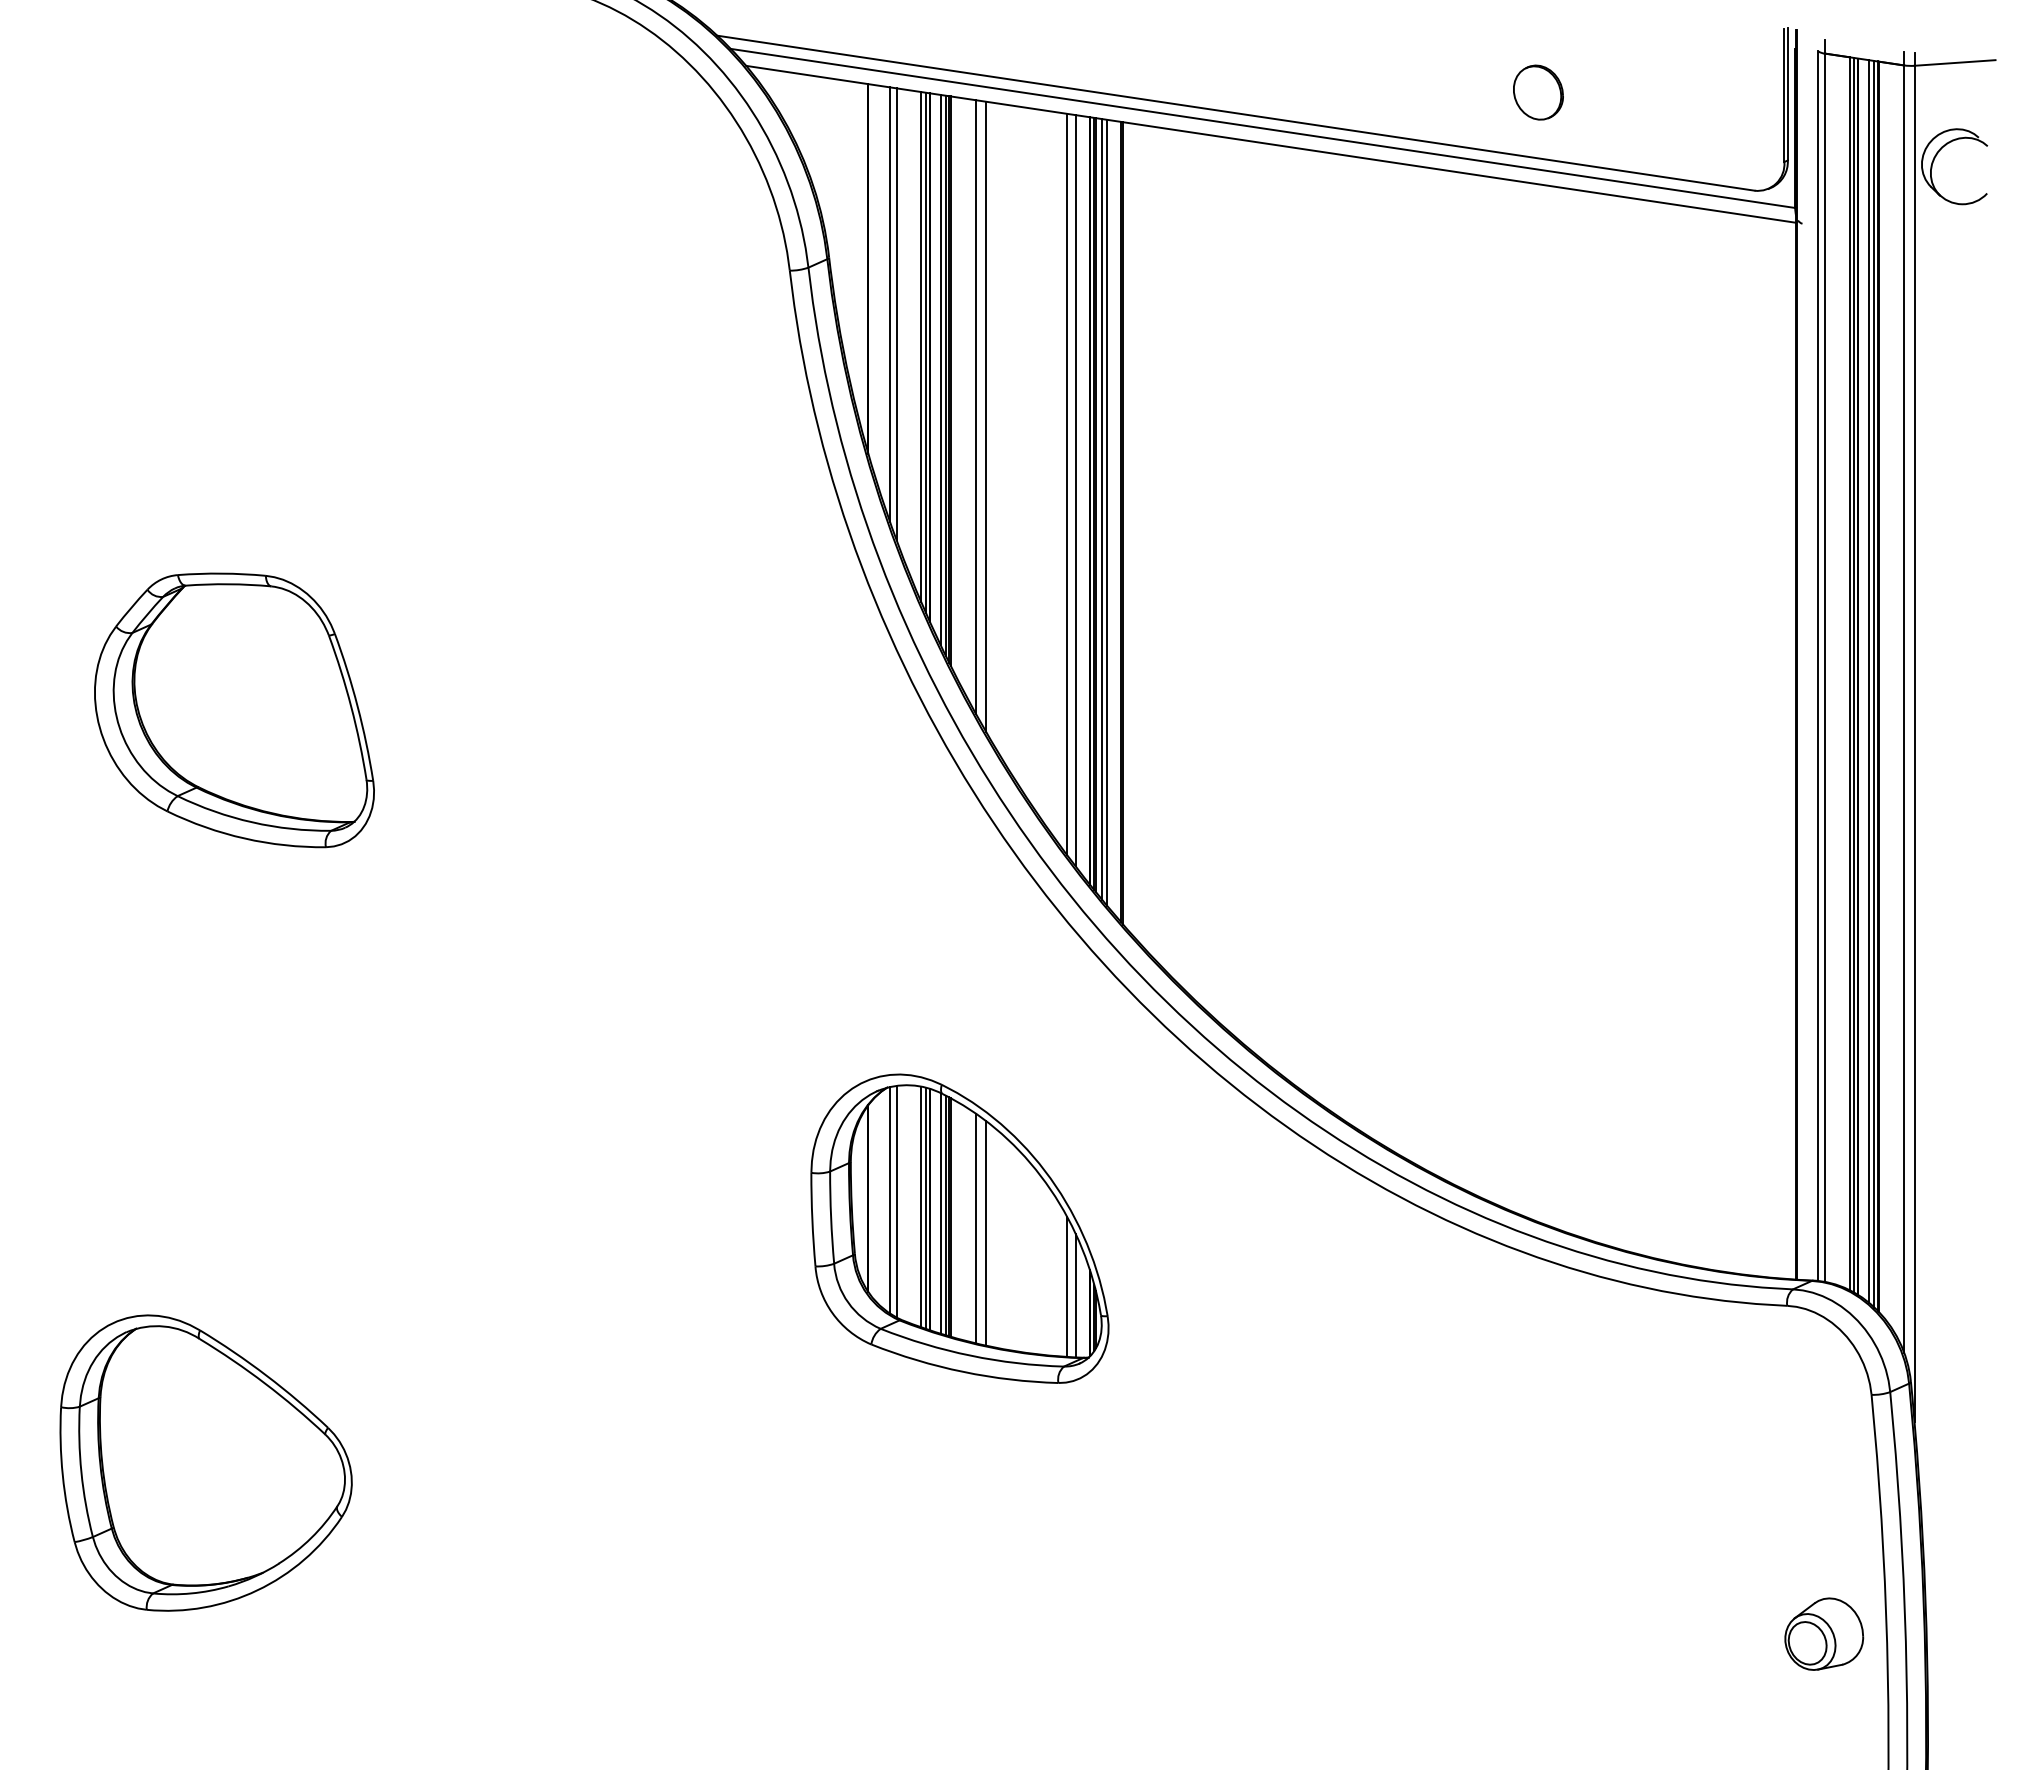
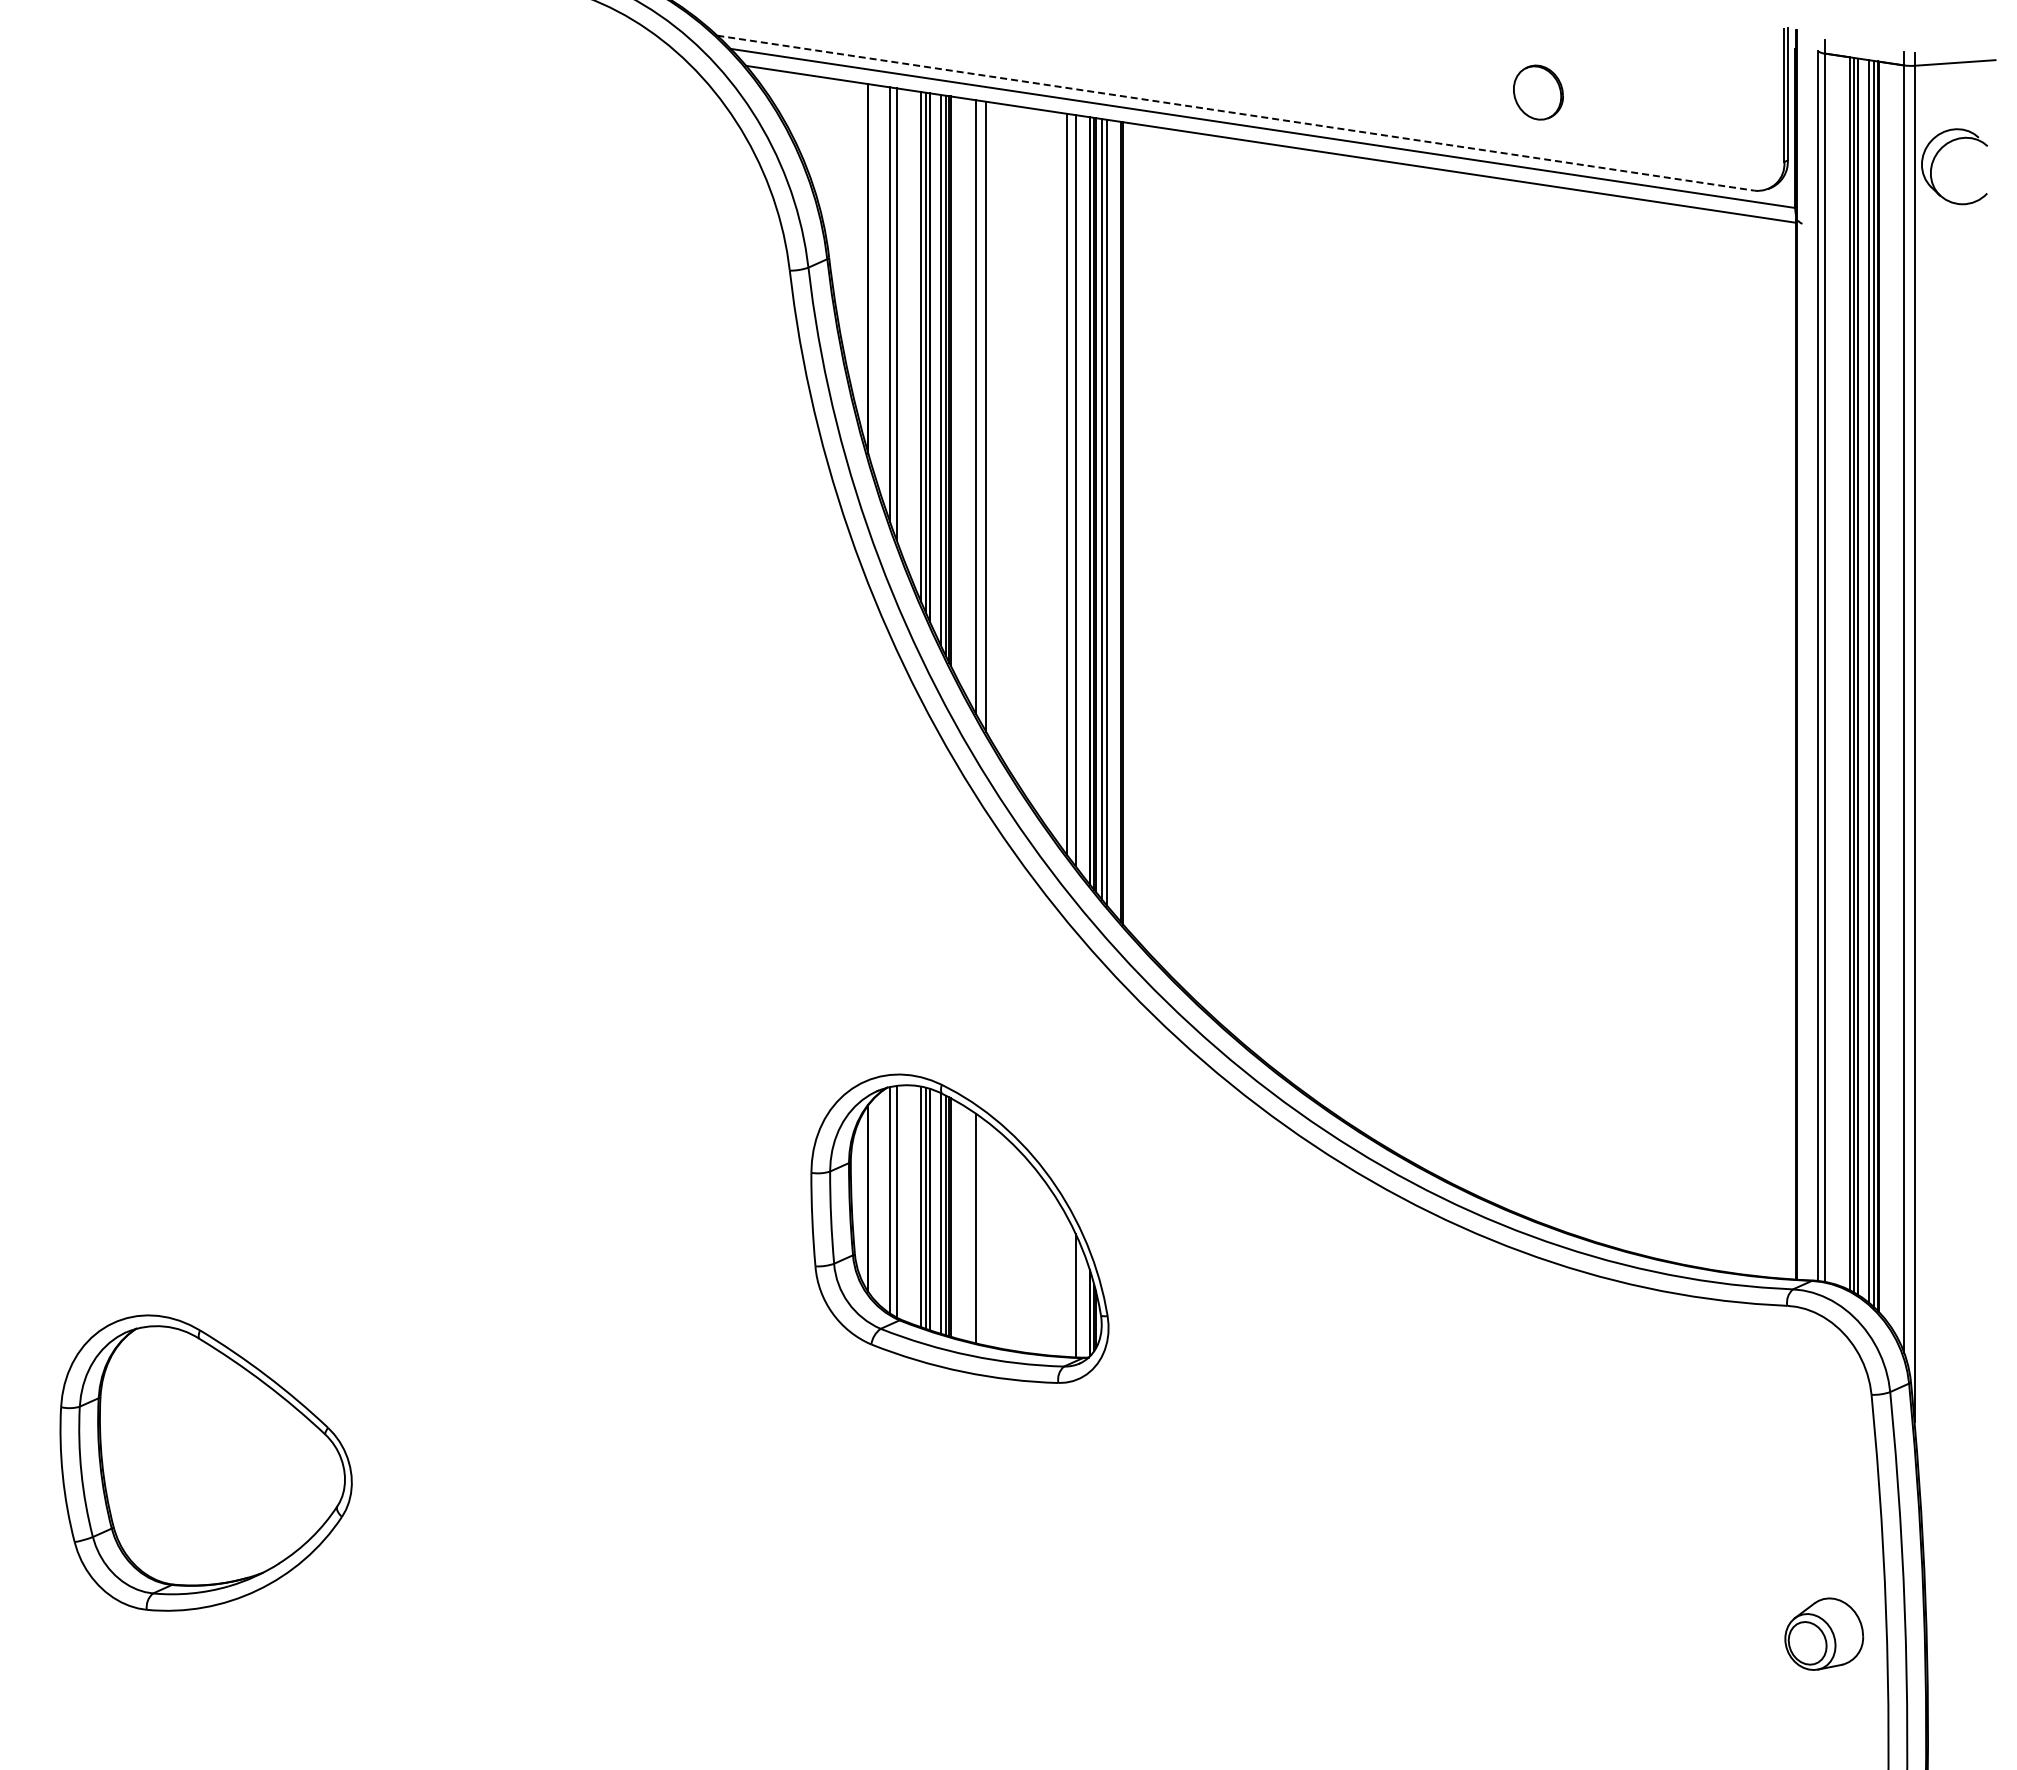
line at (1236, 113): solid -> dashed
part at (234, 710): present -> none
line at (986, 1233): present -> none
line at (1067, 1286): present -> none
